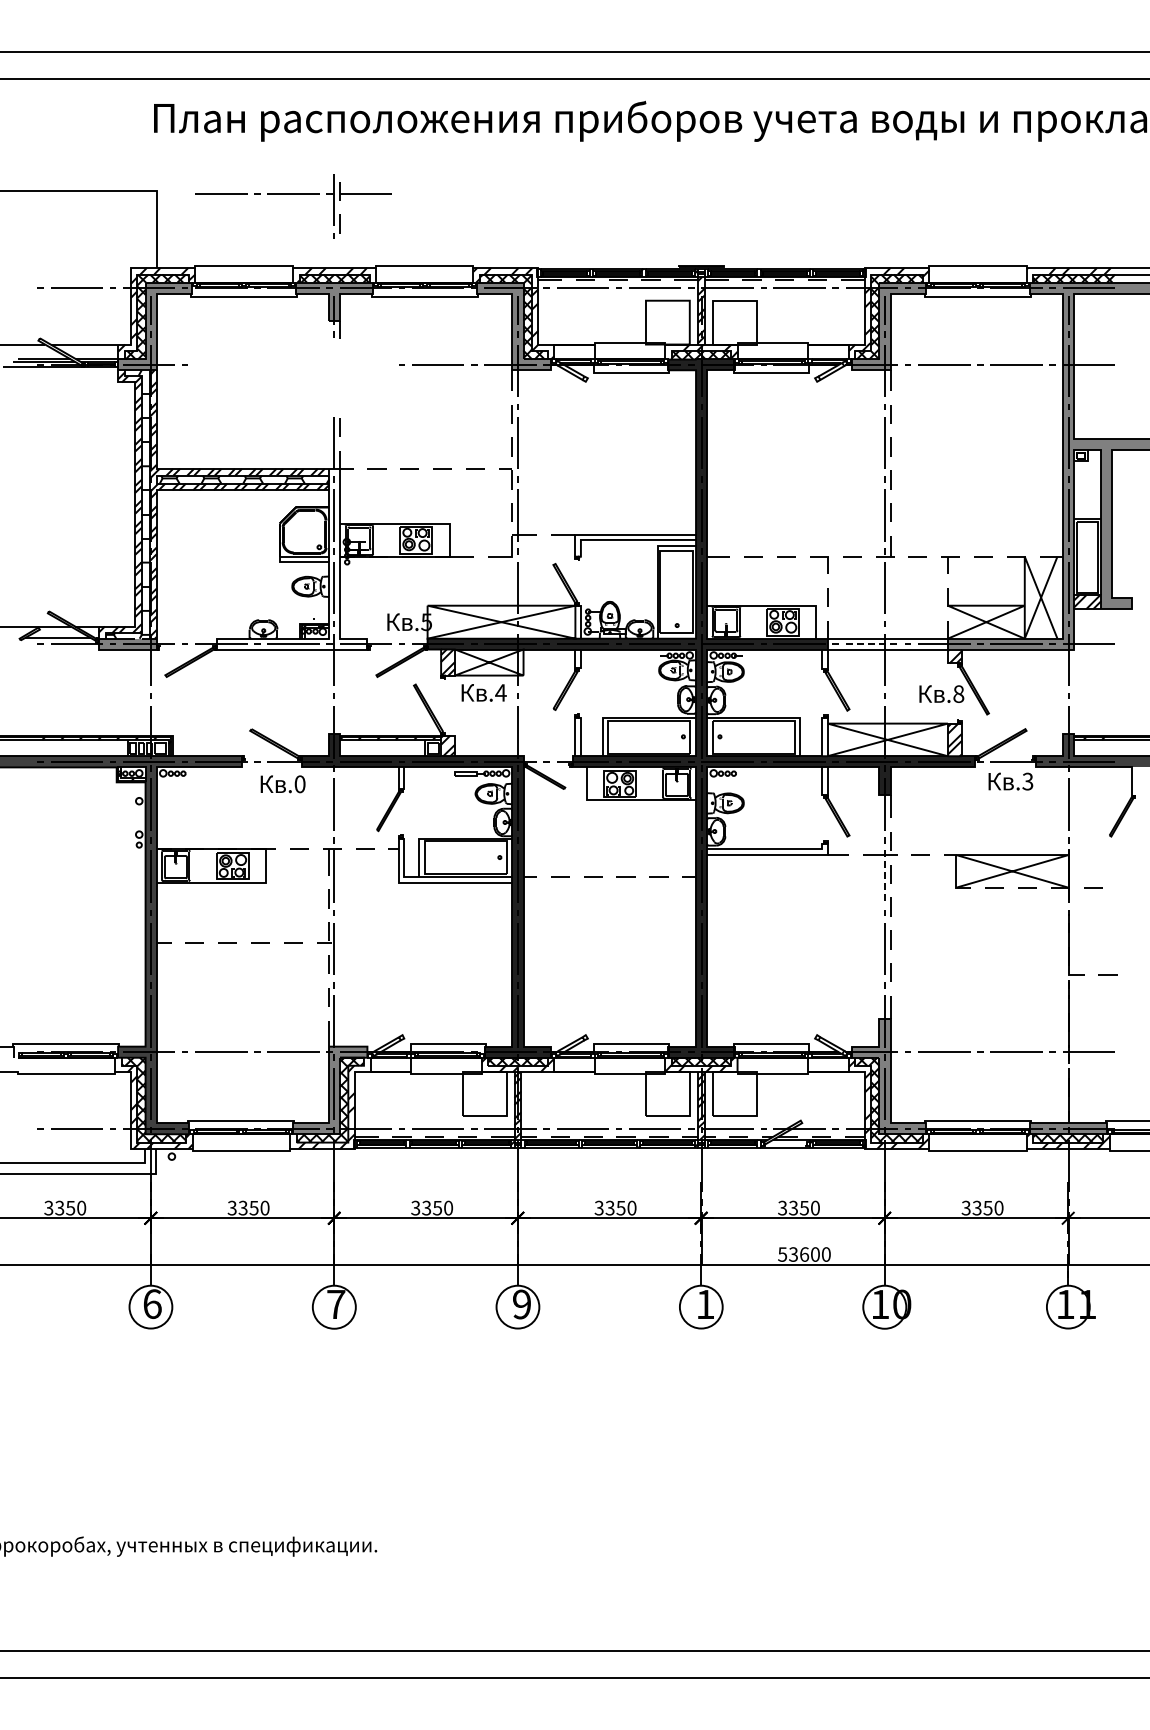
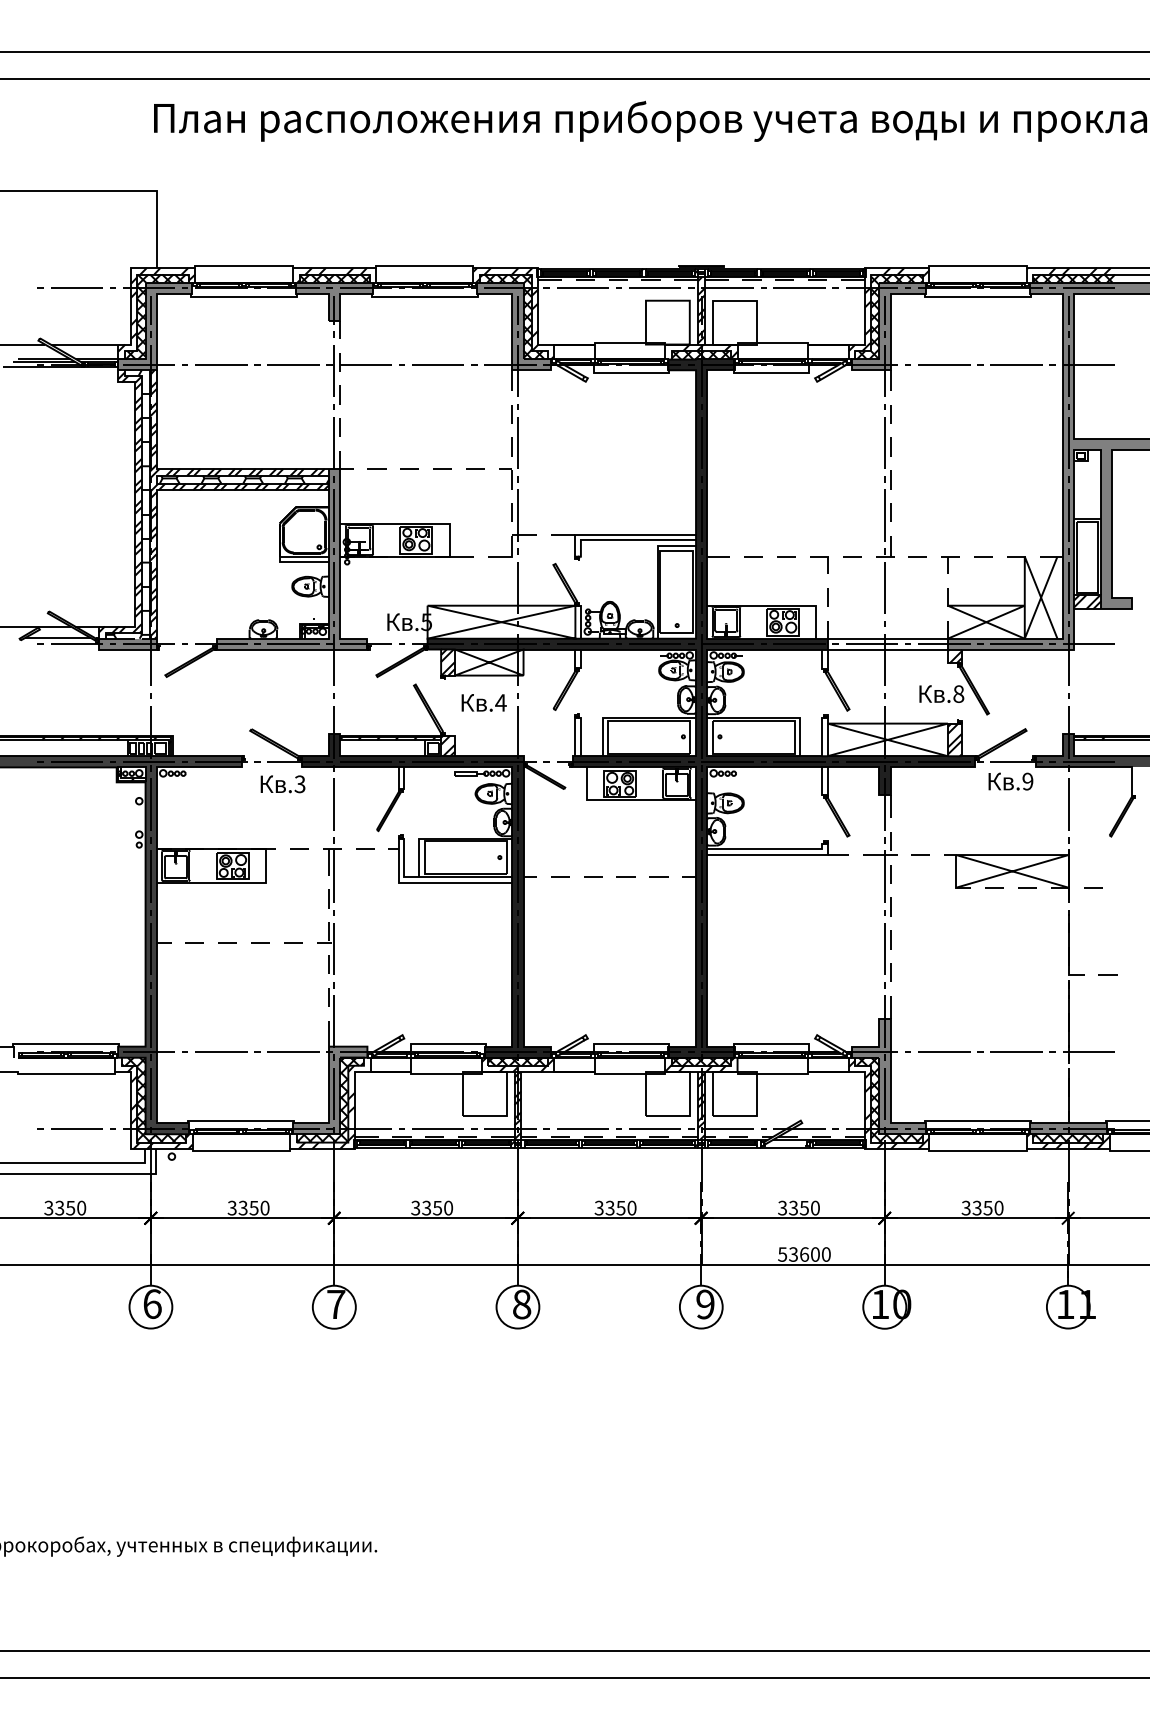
part at (293, 194) position: (293, 194) -> (293, 365)
fill at (291, 559): none -> present
line at (872, 644): dashed -> solid
text at (483, 692) position: (483, 692) -> (483, 702)
text at (1027, 781): .3 -> .9
text at (299, 784): .0 -> .3
line at (884, 877): dashed -> solid
text at (522, 1304): 9 -> 8
text at (705, 1304): 1 -> 9
